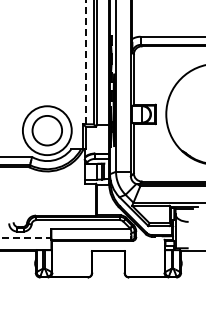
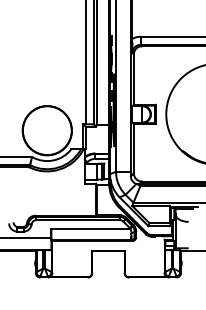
line at (85, 62): dashed -> solid
circle at (47, 130) diameter: 30 px -> 49 px
line at (26, 238): dashed -> solid
